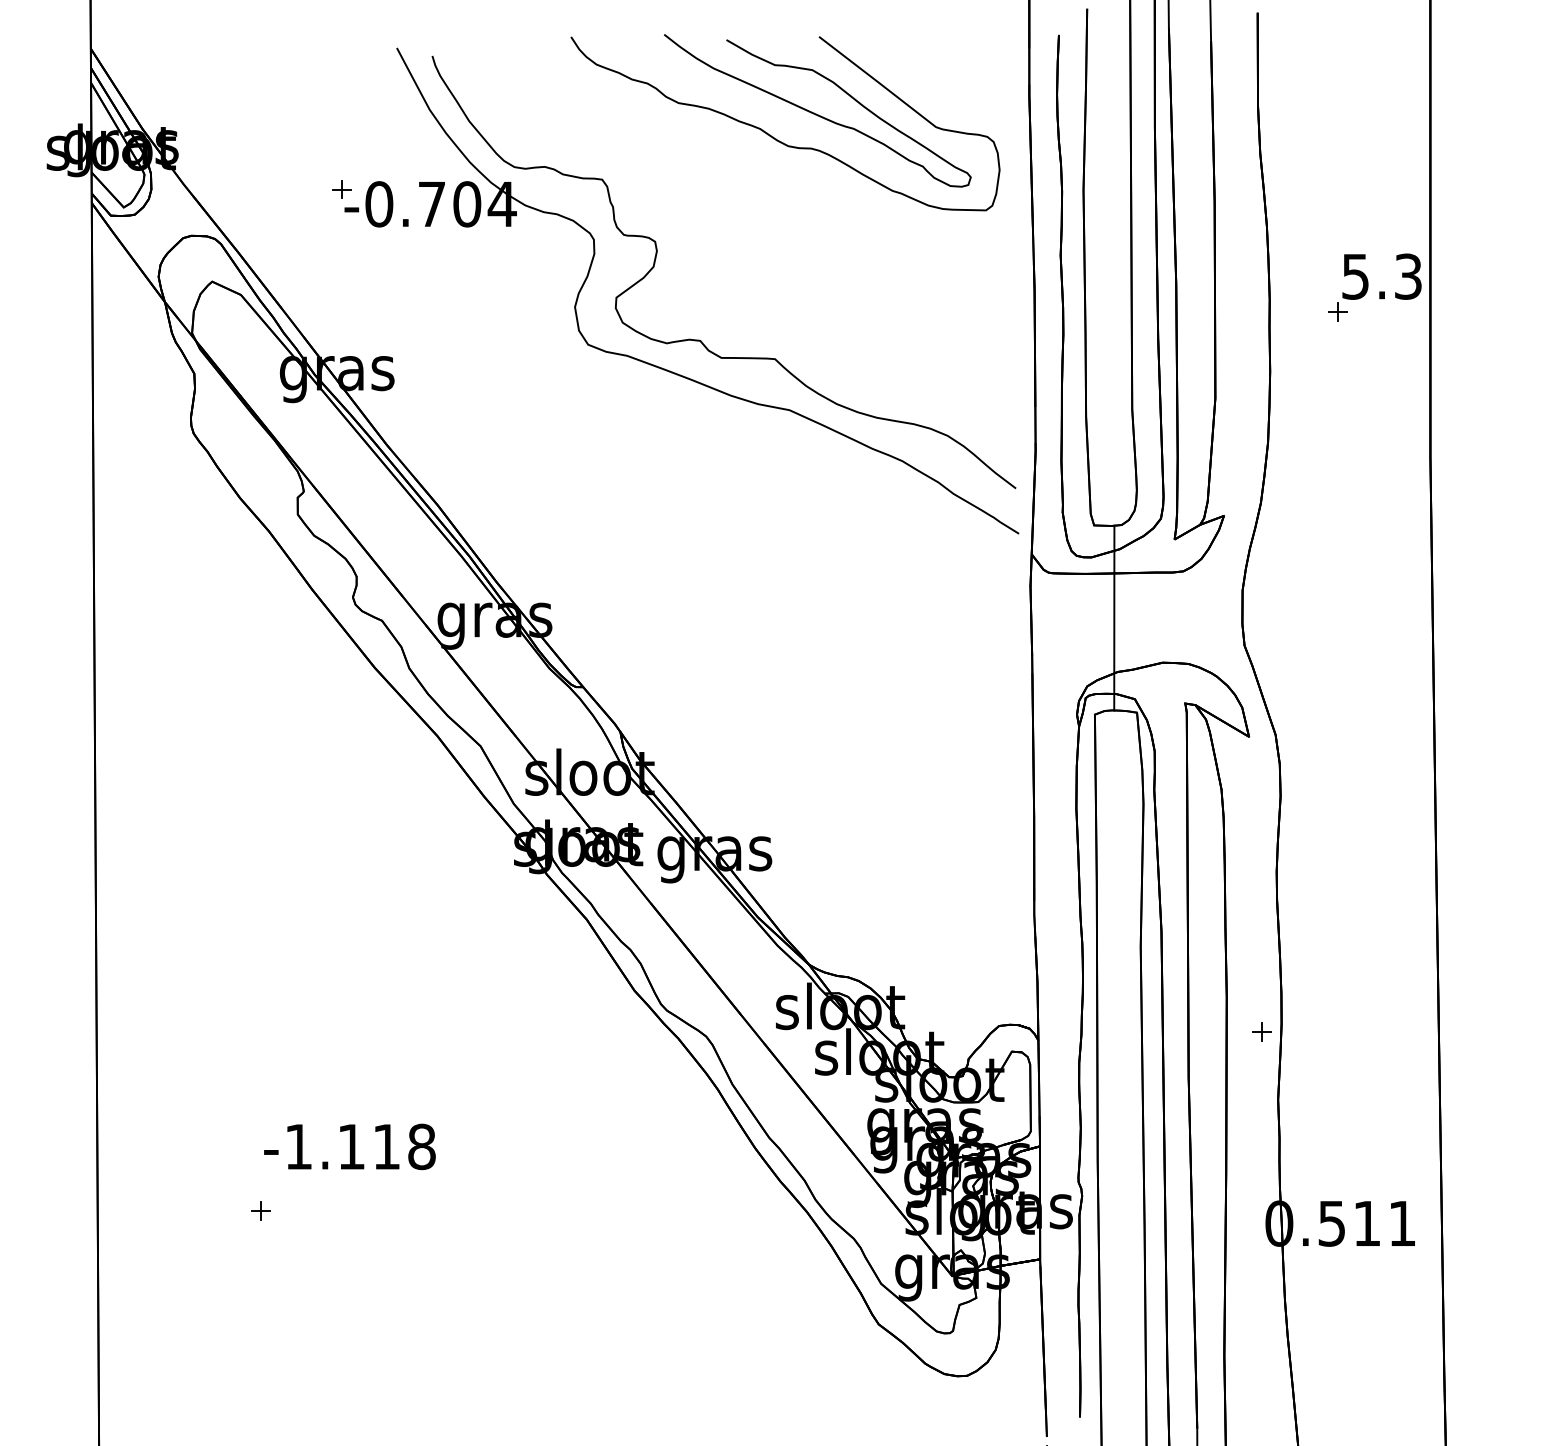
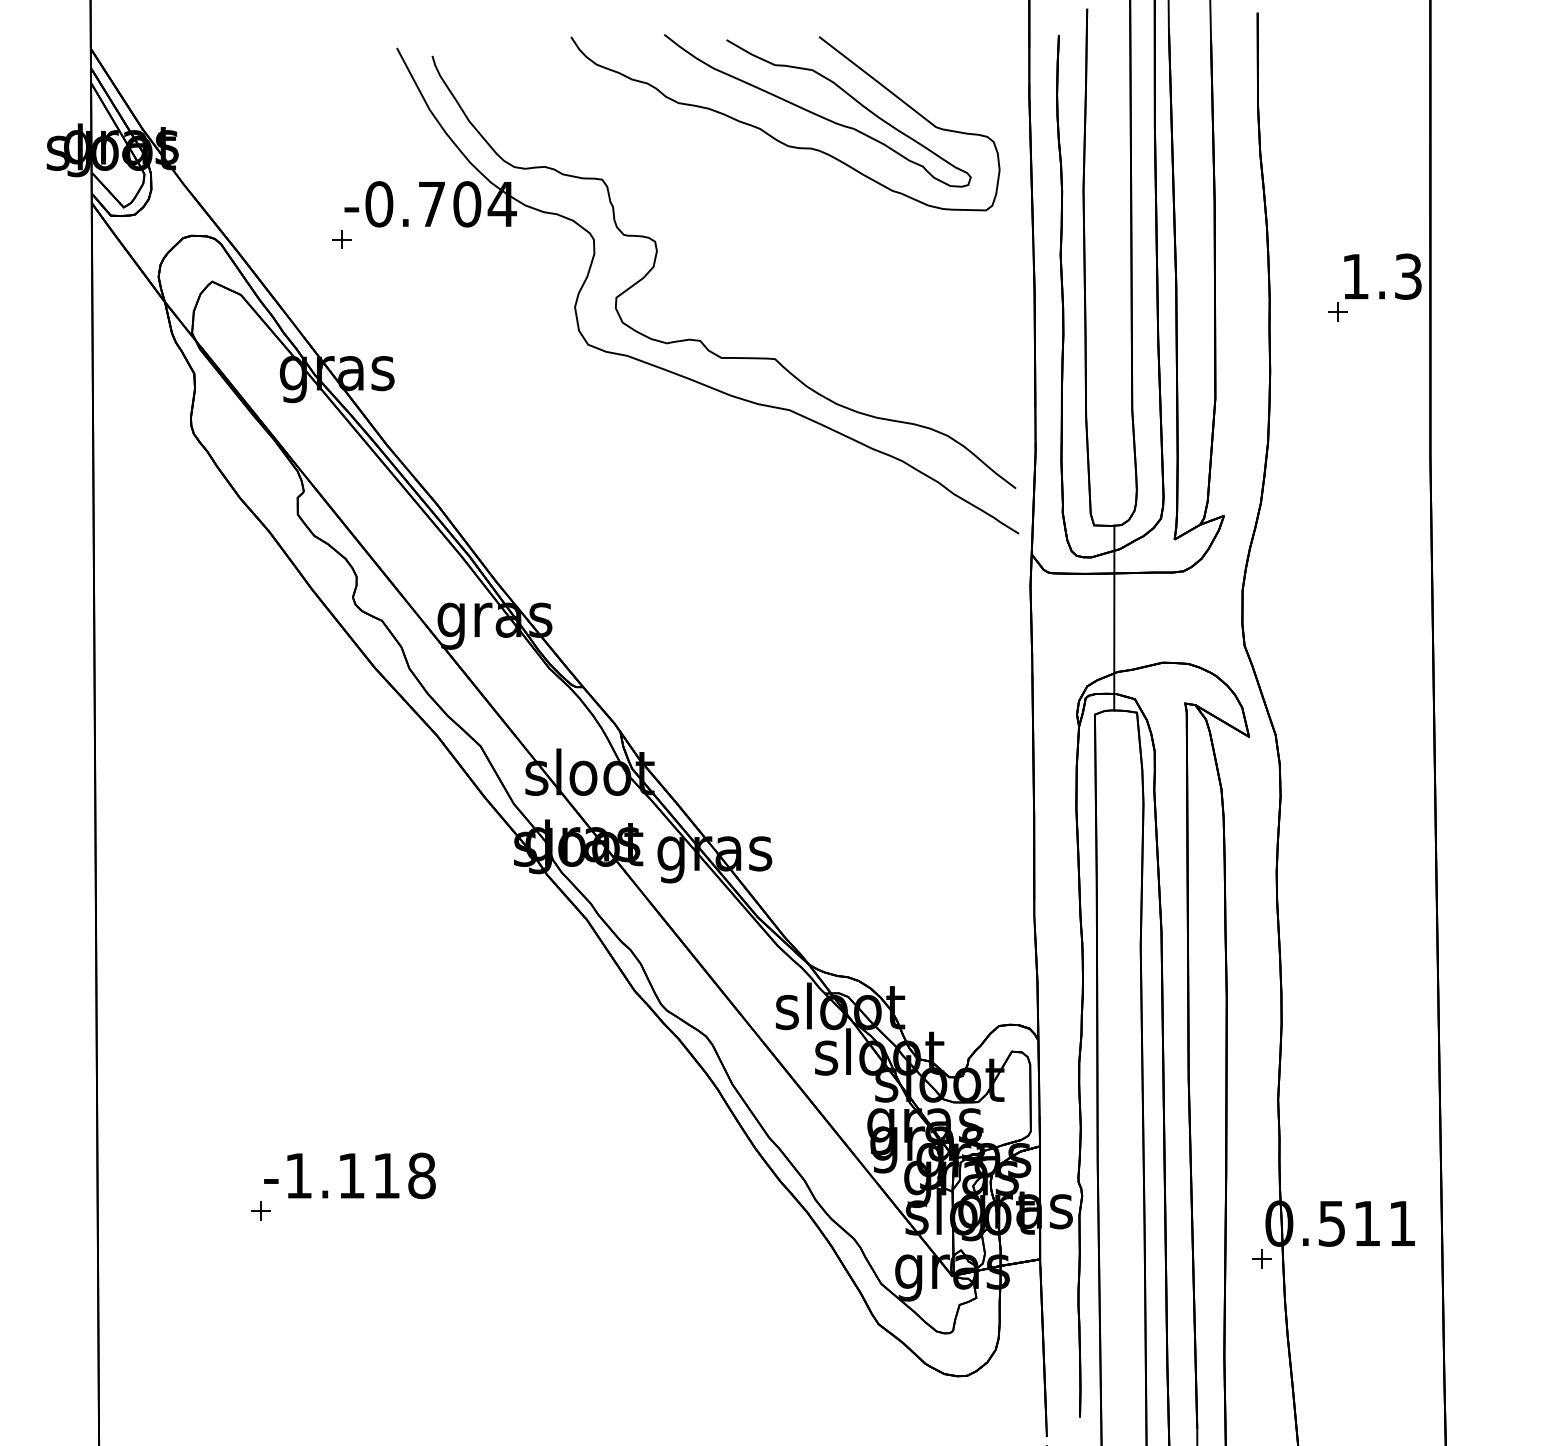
part at (341, 189) position: (341, 189) -> (341, 239)
text at (1355, 276): 5.3 -> 1.3
part at (1261, 1031) position: (1261, 1031) -> (1261, 1258)
text at (349, 1146) position: (349, 1146) -> (349, 1175)
